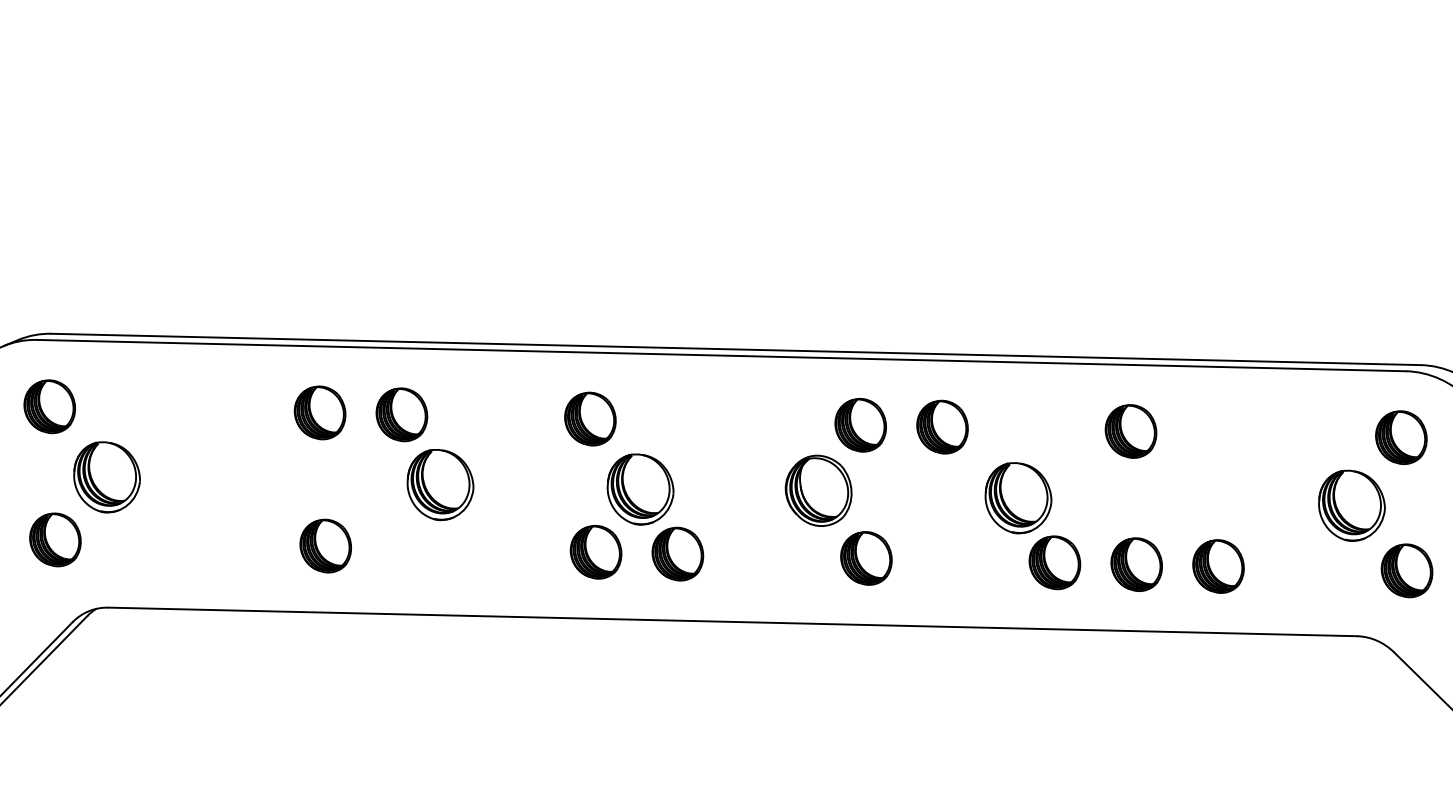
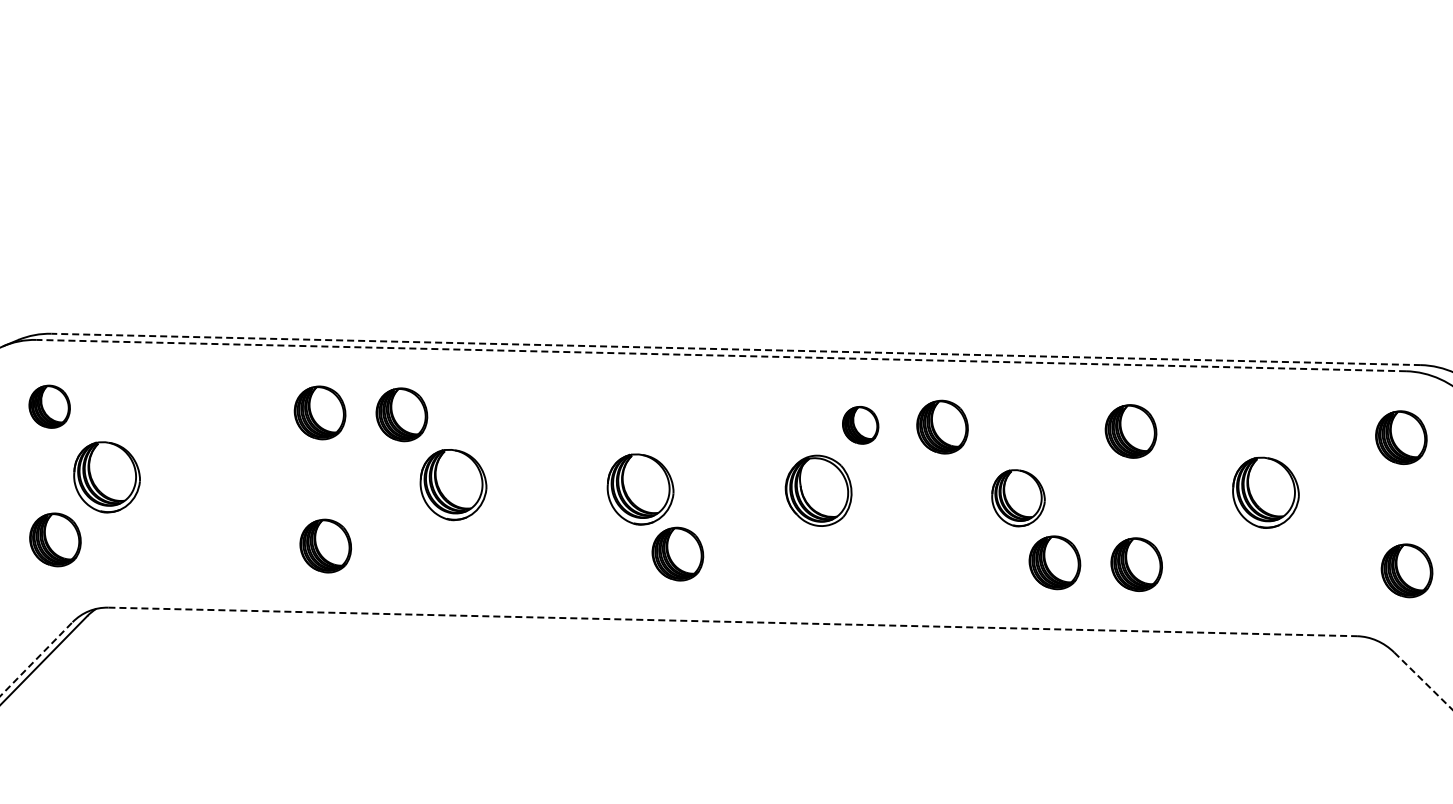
line at (736, 349): solid -> dashed
line at (721, 355): solid -> dashed
part at (49, 406) size: 53x56 px -> 43x45 px
part at (590, 418): present -> none
part at (860, 425) size: 53x55 px -> 38x39 px
part at (440, 485) position: (440, 485) -> (453, 485)
part at (1018, 498) size: 69x73 px -> 55x59 px
part at (1351, 505) position: (1351, 505) -> (1265, 492)
part at (595, 552): present -> none
part at (866, 558): present -> none
part at (1218, 566): present -> none
line at (732, 621): solid -> dashed
line at (36, 659): solid -> dashed
line at (1423, 681): solid -> dashed
